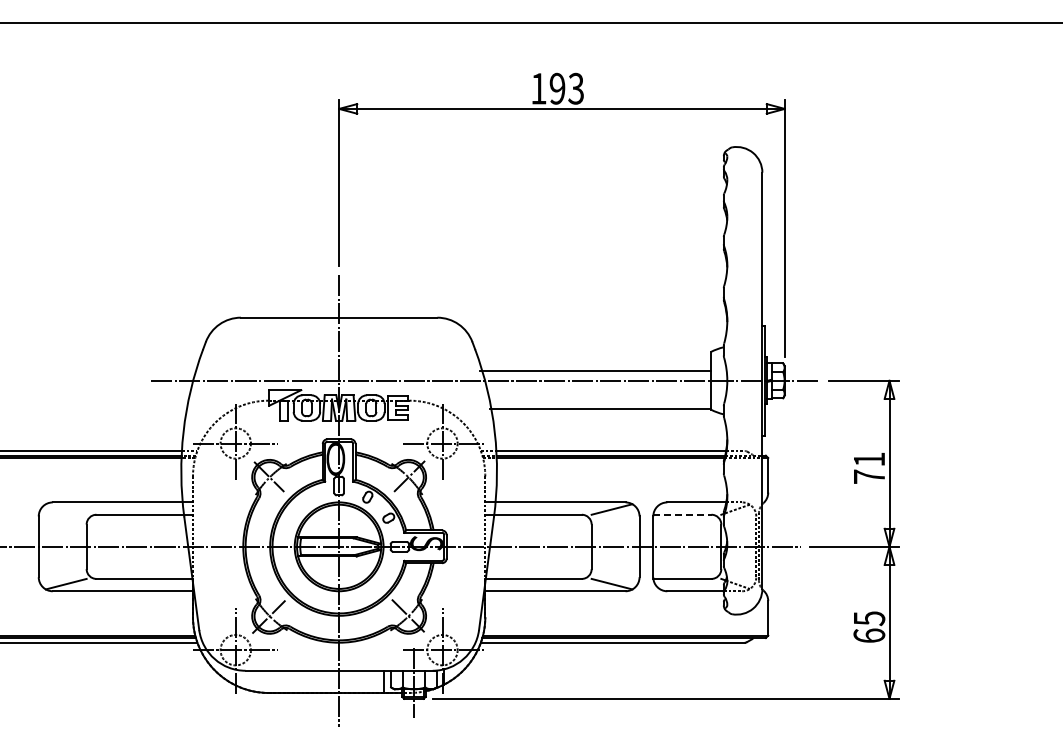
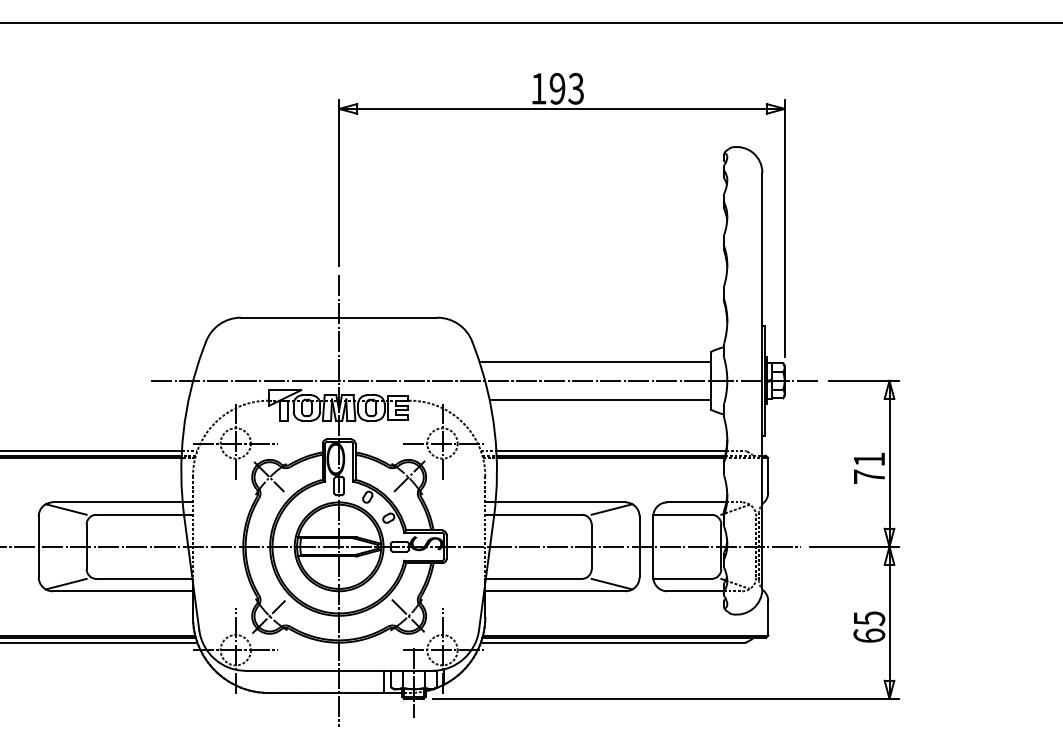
line at (594, 371) position: (594, 371) -> (594, 362)
line at (599, 408) position: (599, 408) -> (599, 399)
line at (65, 509): none -> present
line at (682, 514): dashed -> solid
